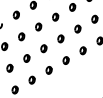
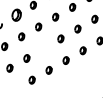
part at (15, 14) size: 8x10 px -> 11x14 px
part at (43, 48): present -> none
part at (14, 89): present -> none
